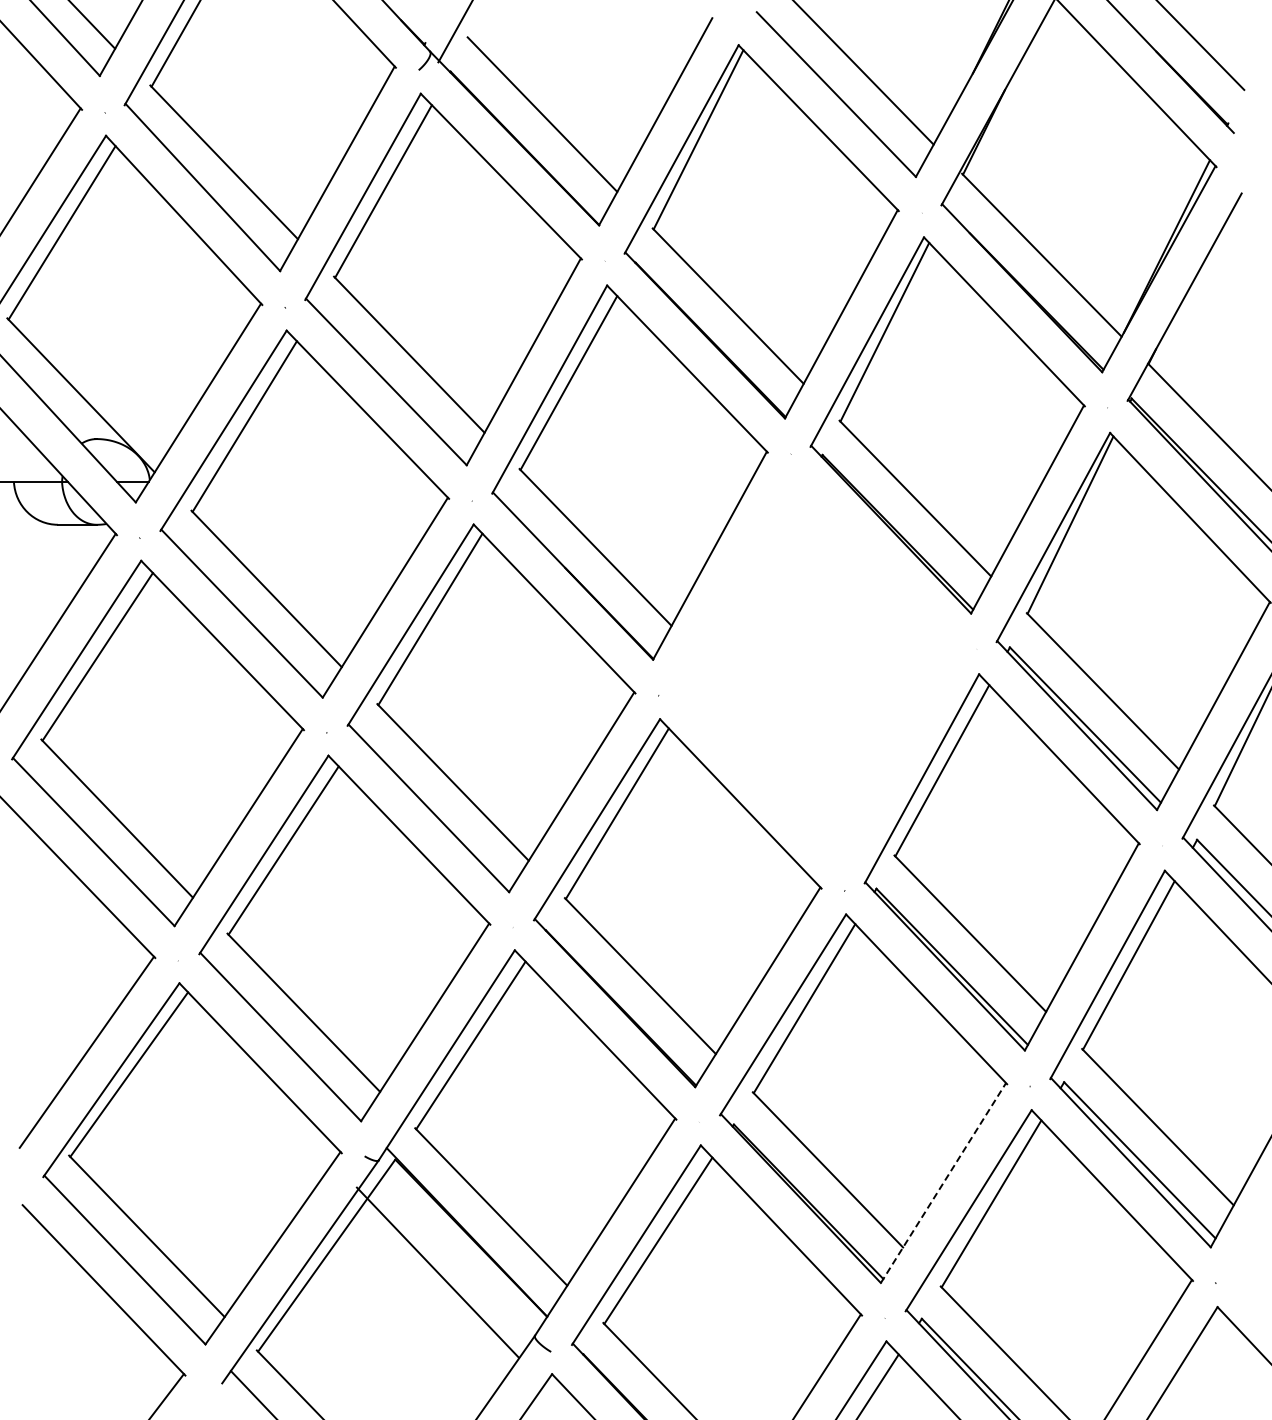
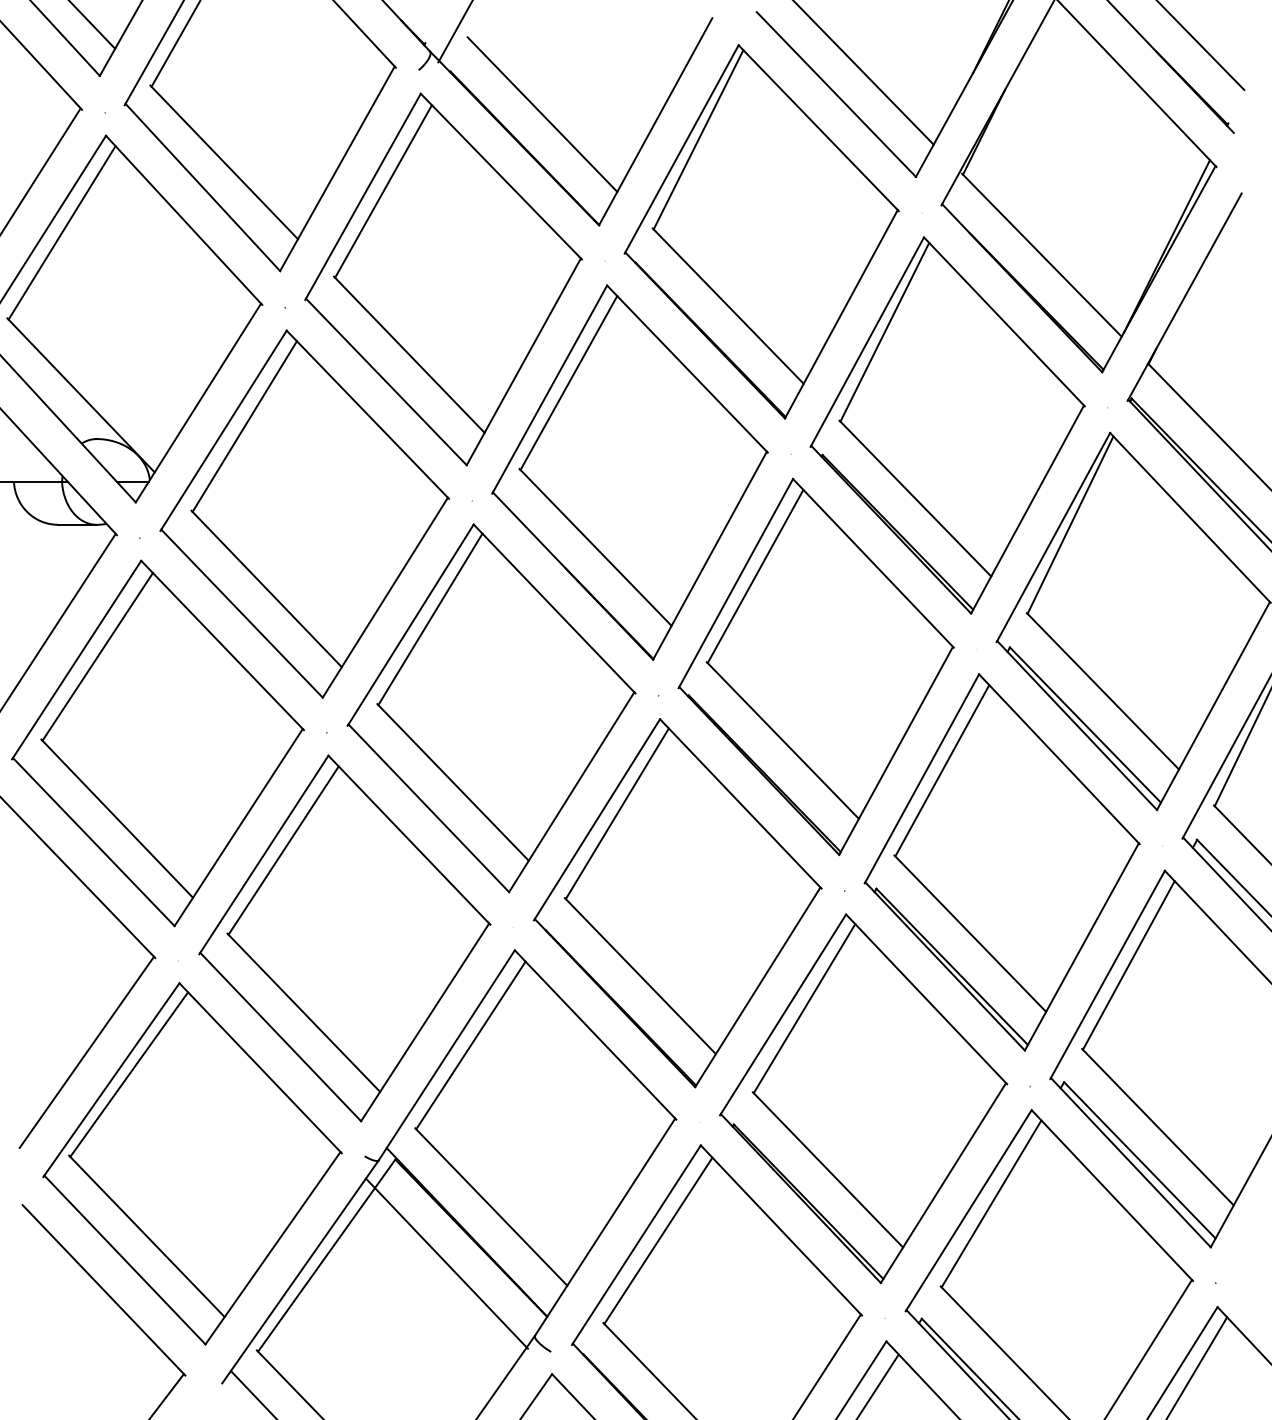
part at (815, 666): none -> present
line at (943, 1183): dashed -> solid
line at (437, 1272) position: (437, 1272) -> (446, 1263)
line at (1197, 1366): none -> present
